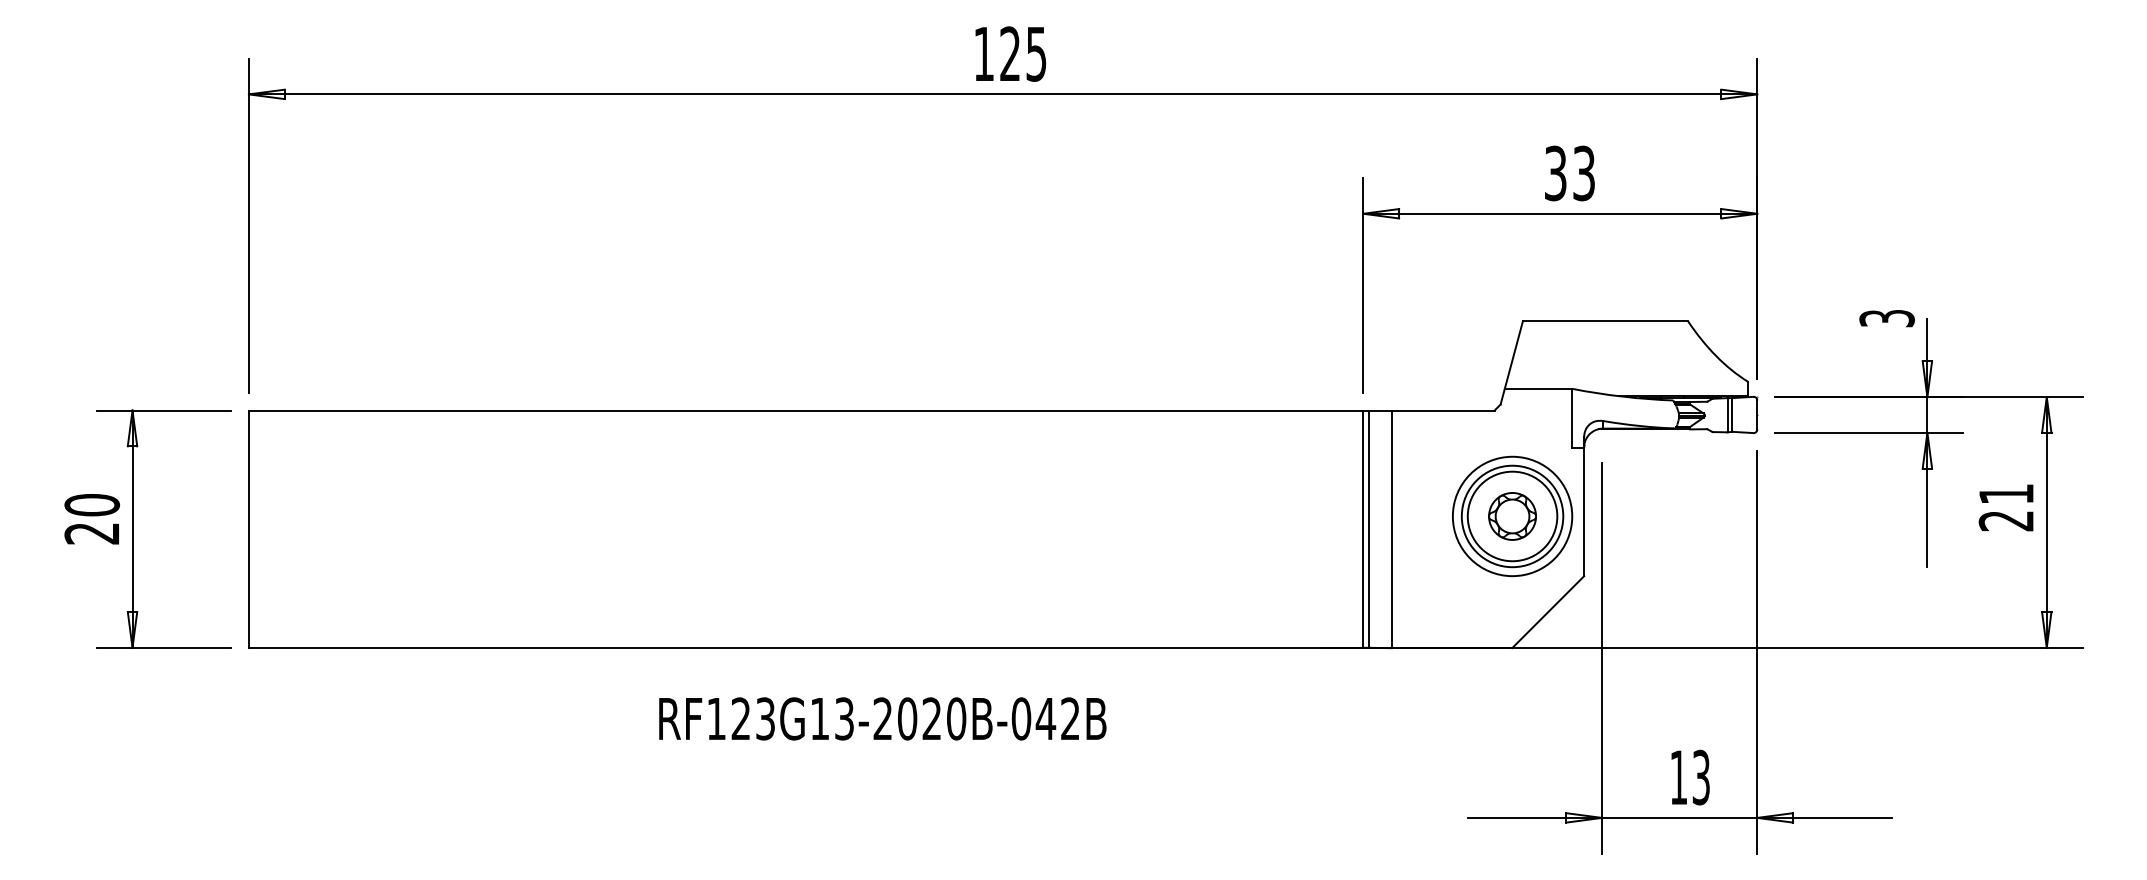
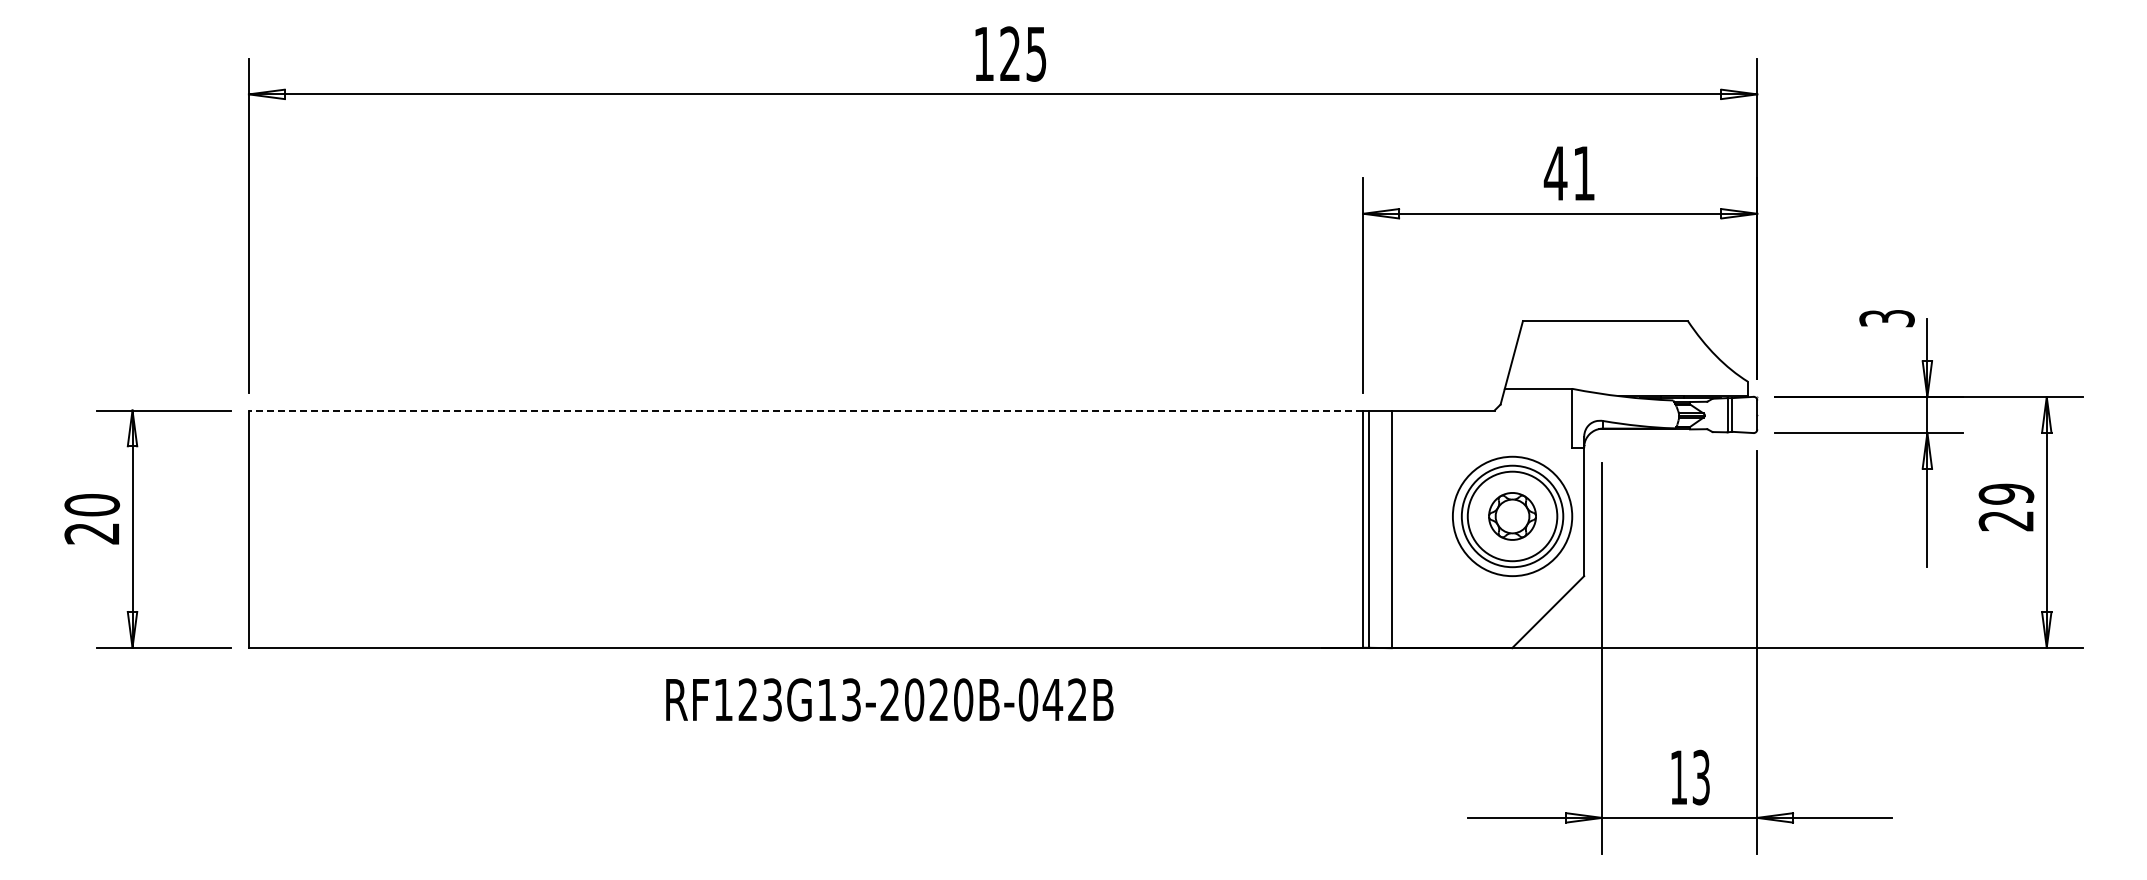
text at (1568, 173): 33 -> 41
line at (805, 410): solid -> dashed
text at (2006, 493): 21 -> 29
text at (882, 718) position: (882, 718) -> (889, 699)
